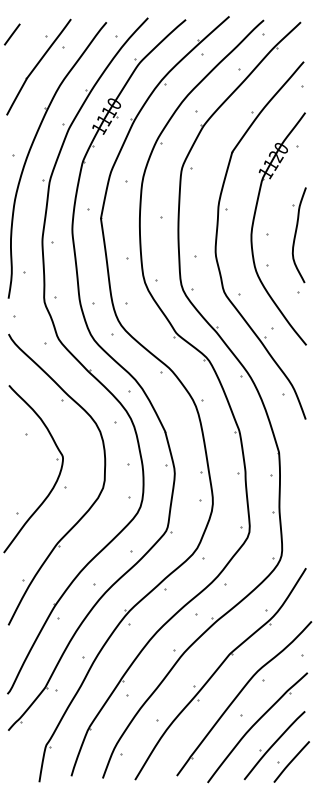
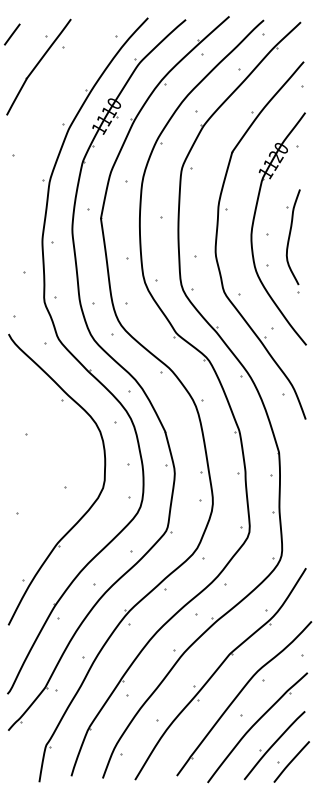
part at (31, 149): present -> none
part at (298, 235) position: (298, 235) -> (292, 237)
part at (57, 476): present -> none
